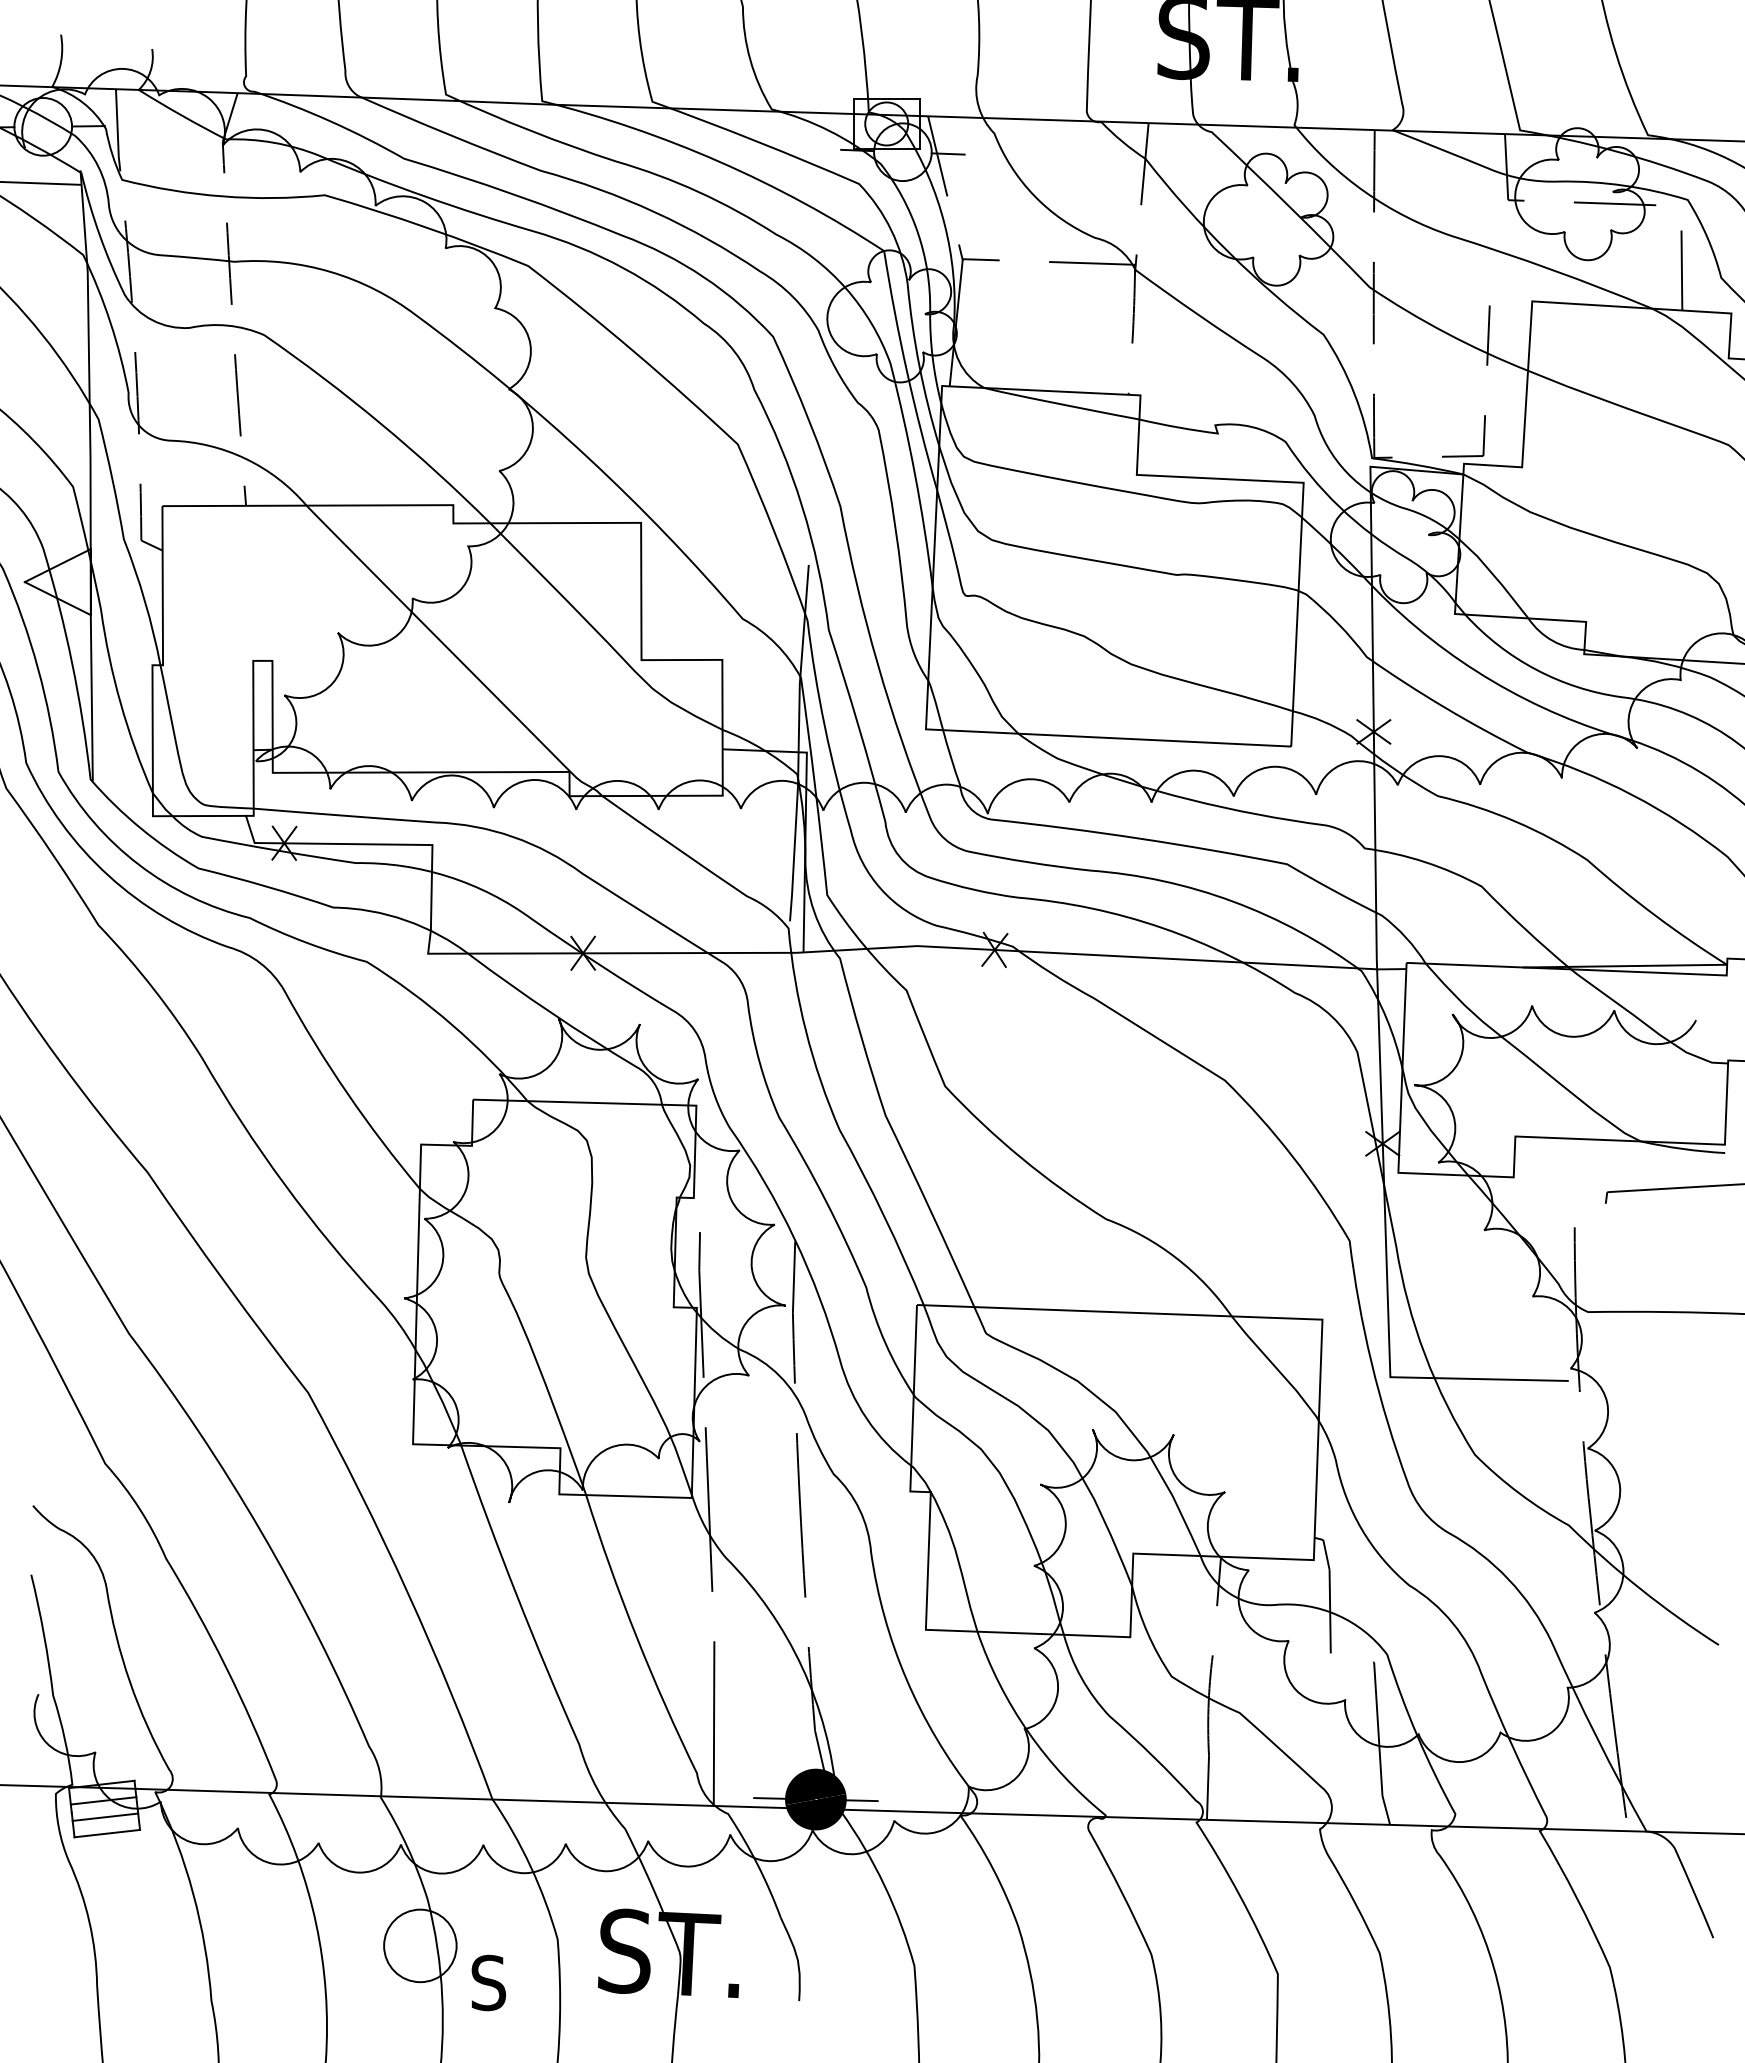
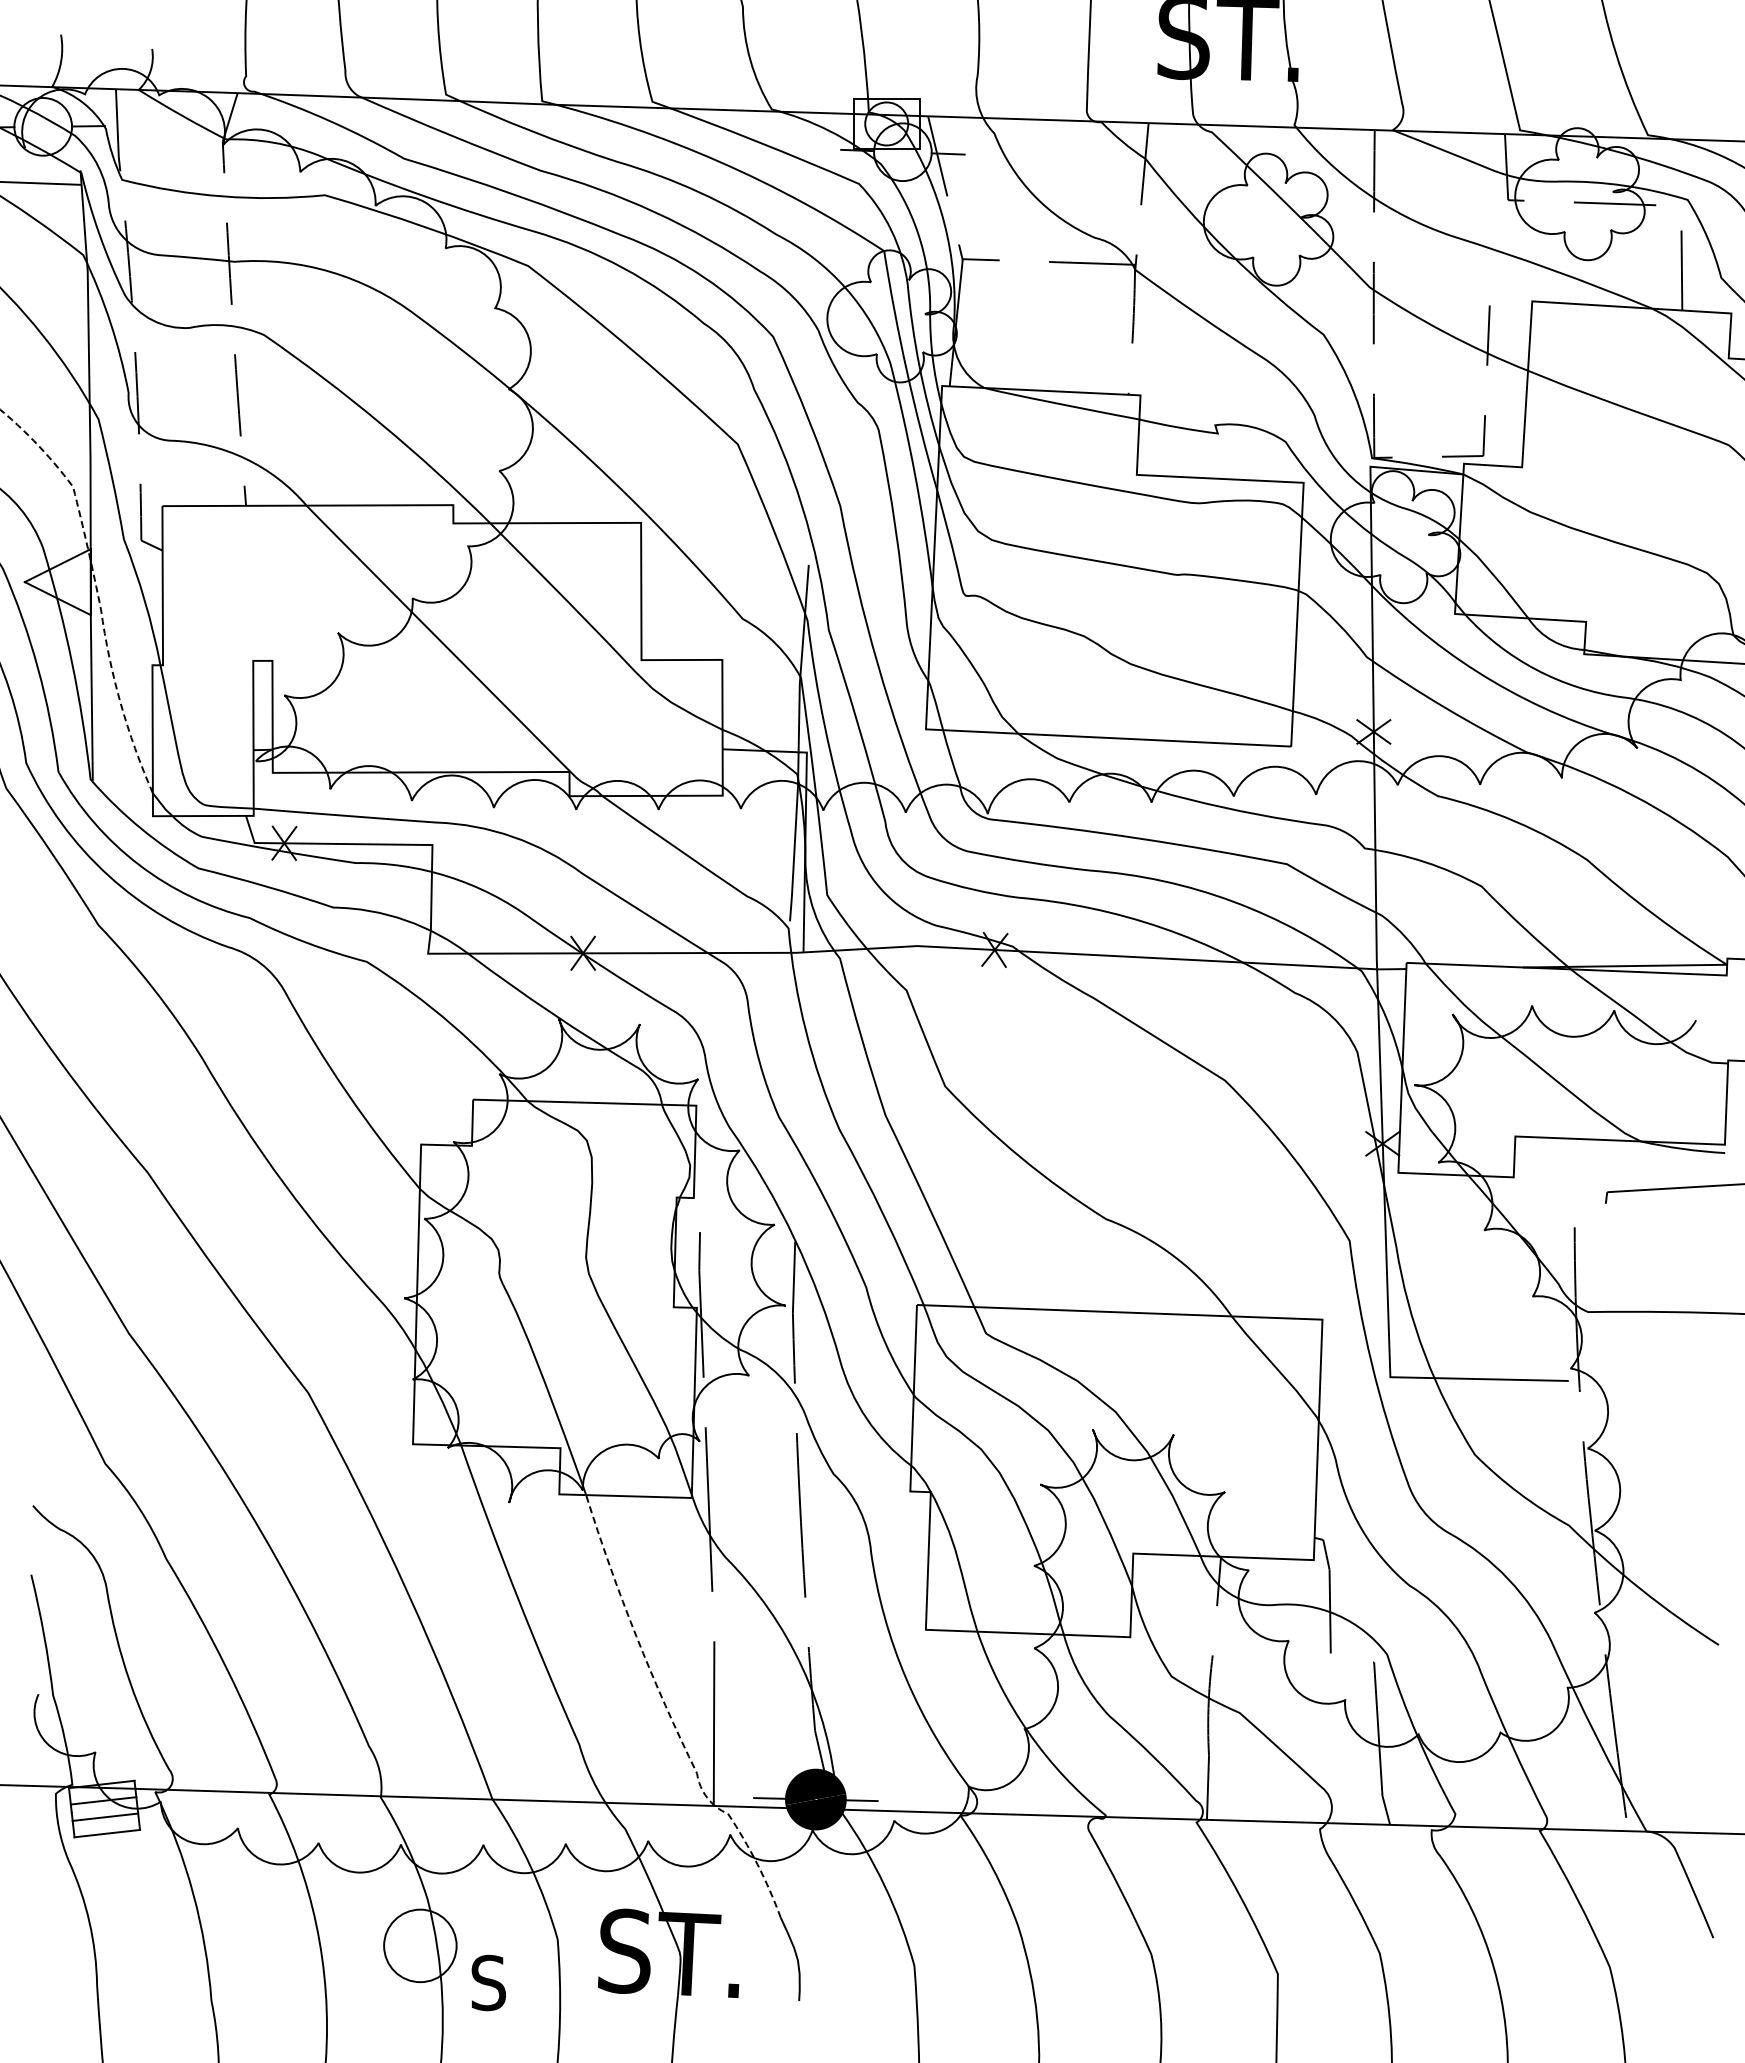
line at (95, 584): solid -> dashed
line at (672, 1720): solid -> dashed
